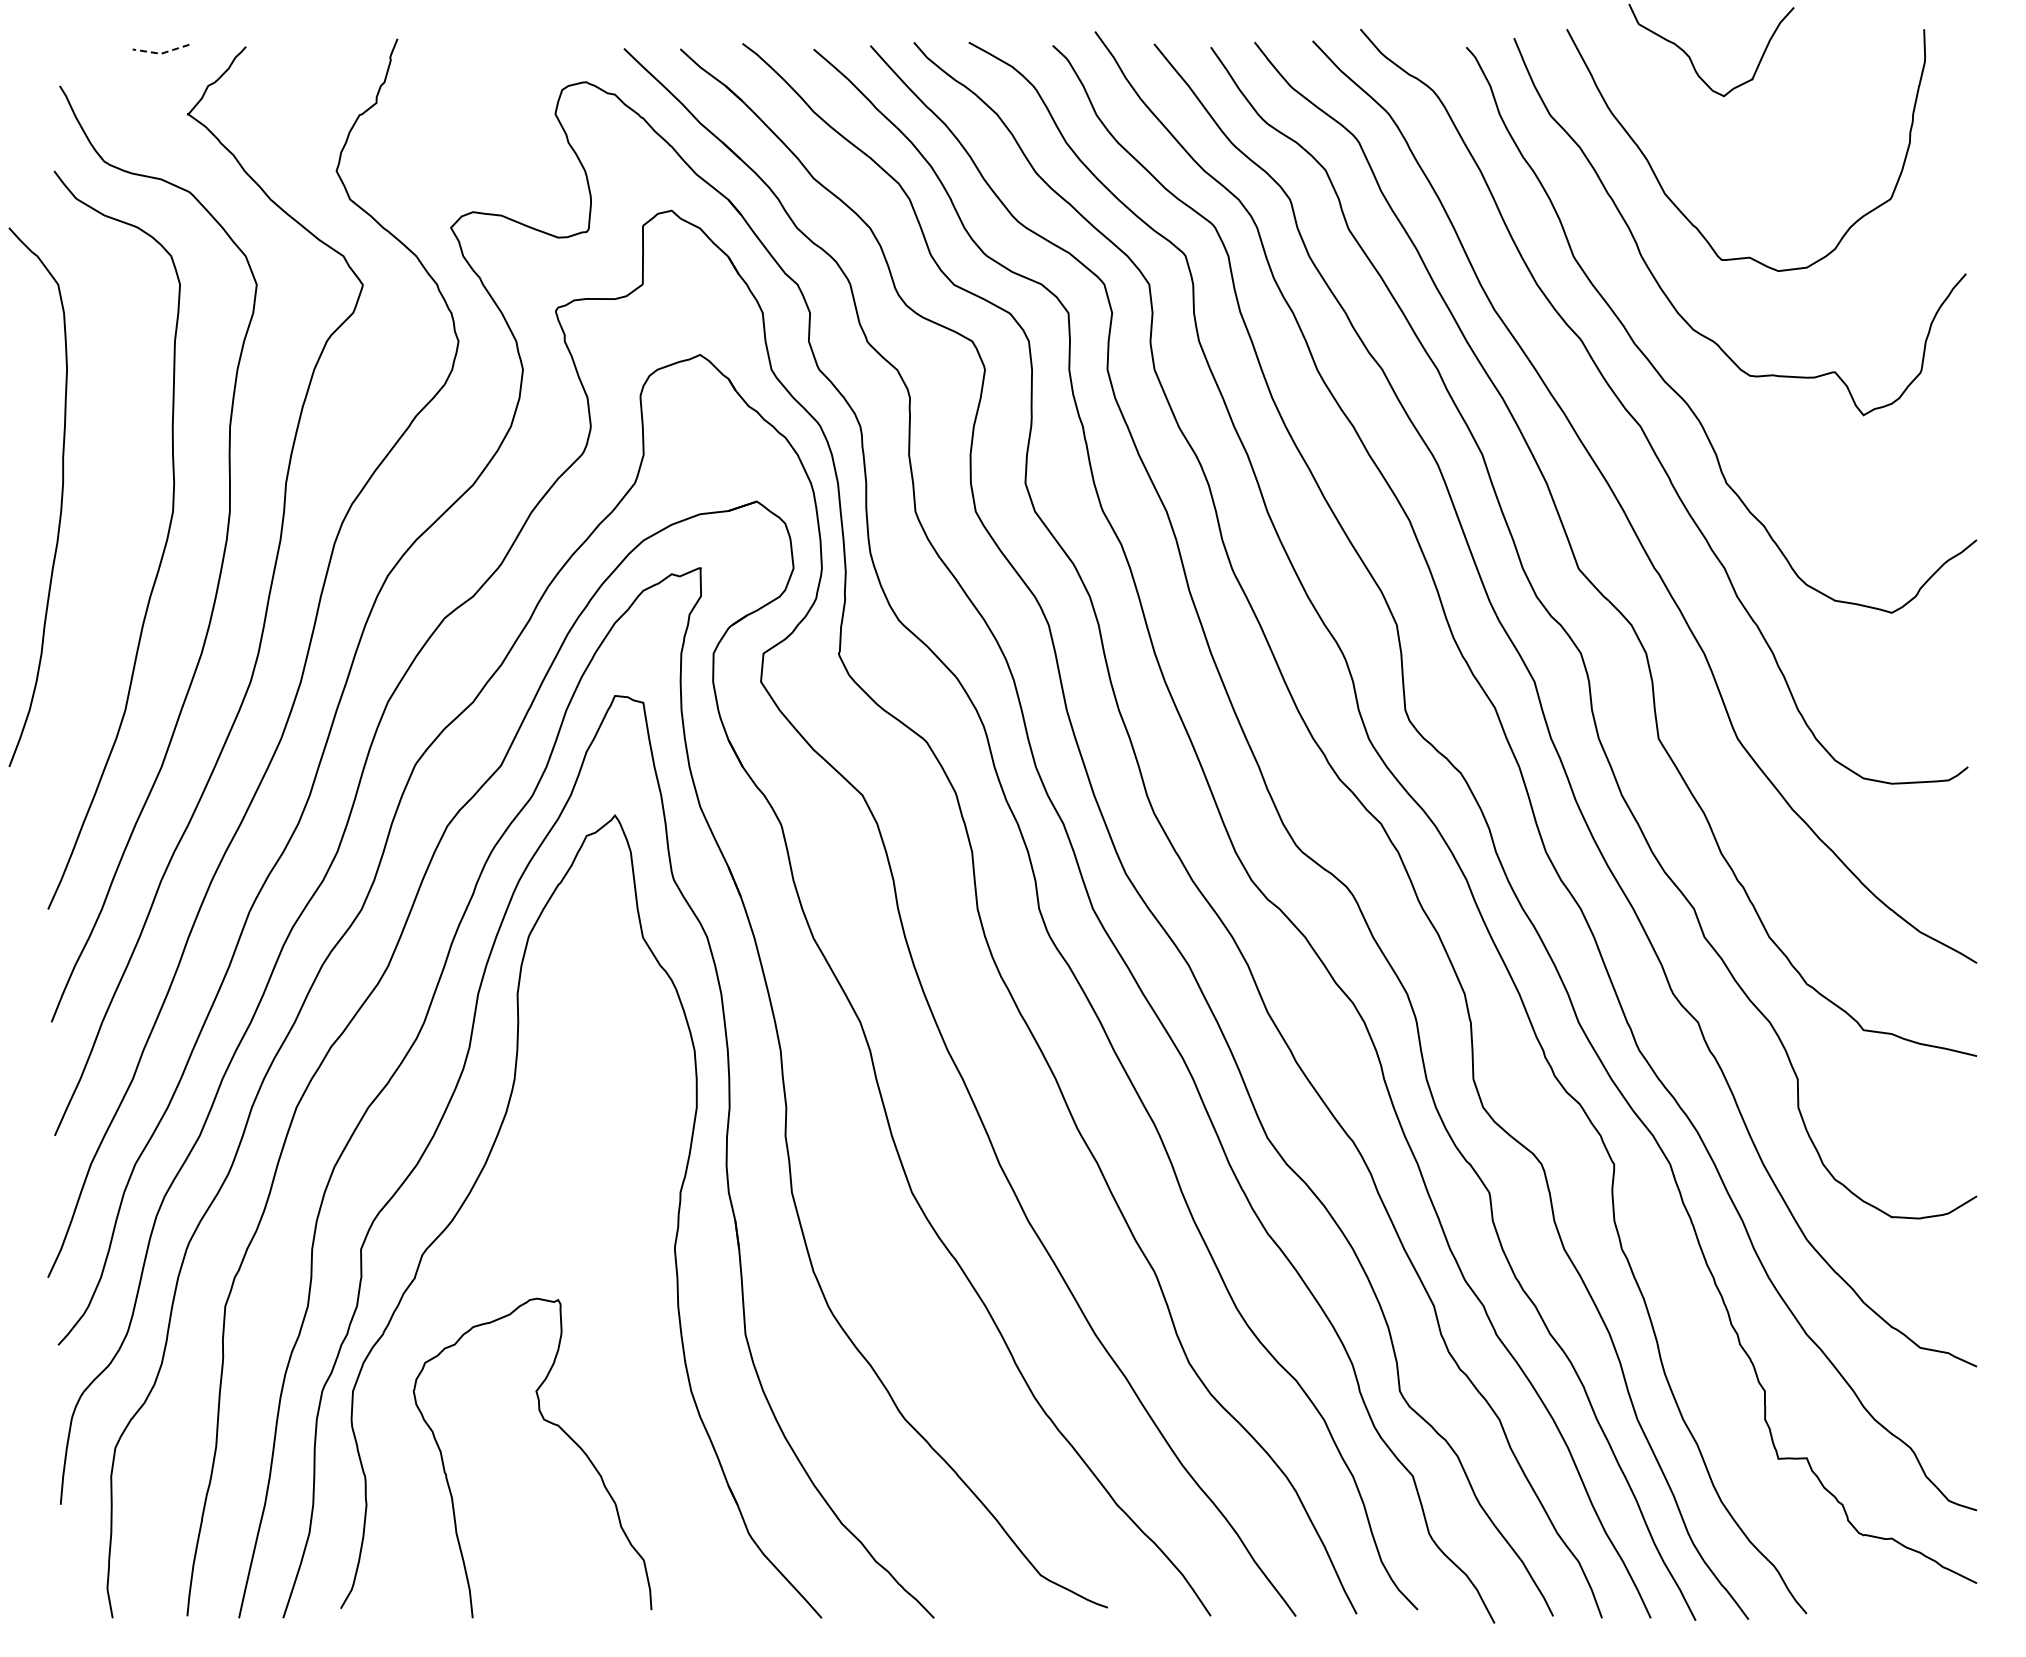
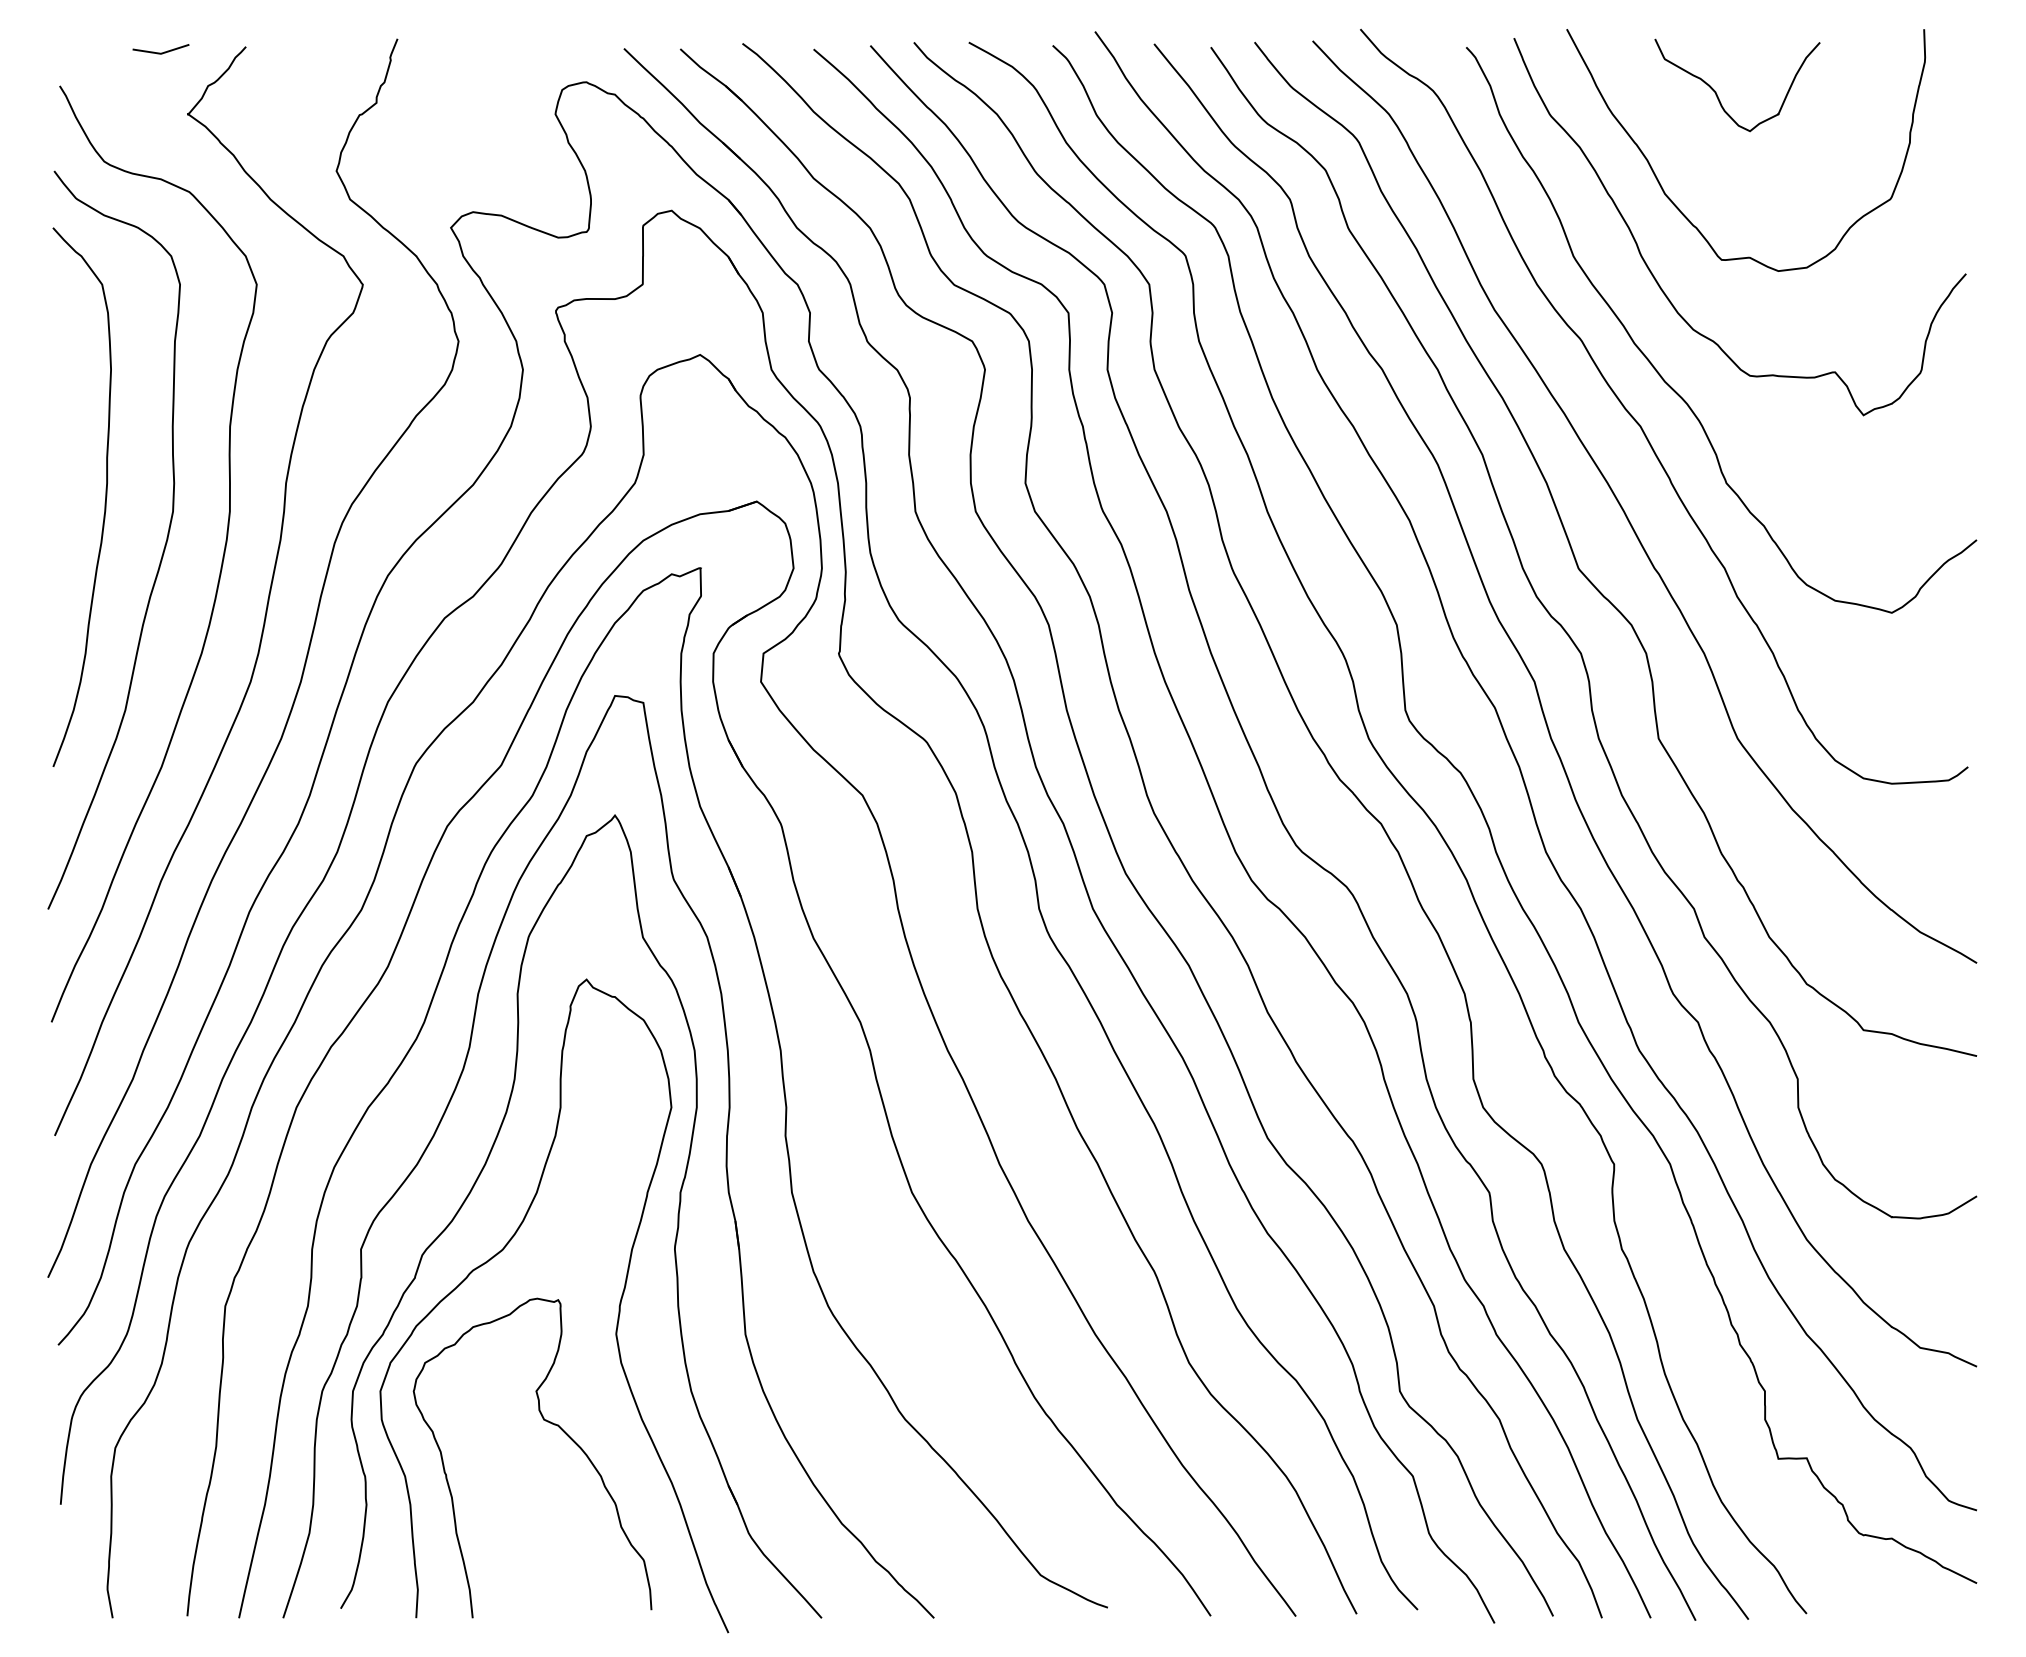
line at (160, 53): dashed -> solid
curve at (1691, 59) position: (1691, 59) -> (1717, 94)
curve at (60, 502) position: (60, 502) -> (104, 502)
curve at (618, 1306): none -> present
